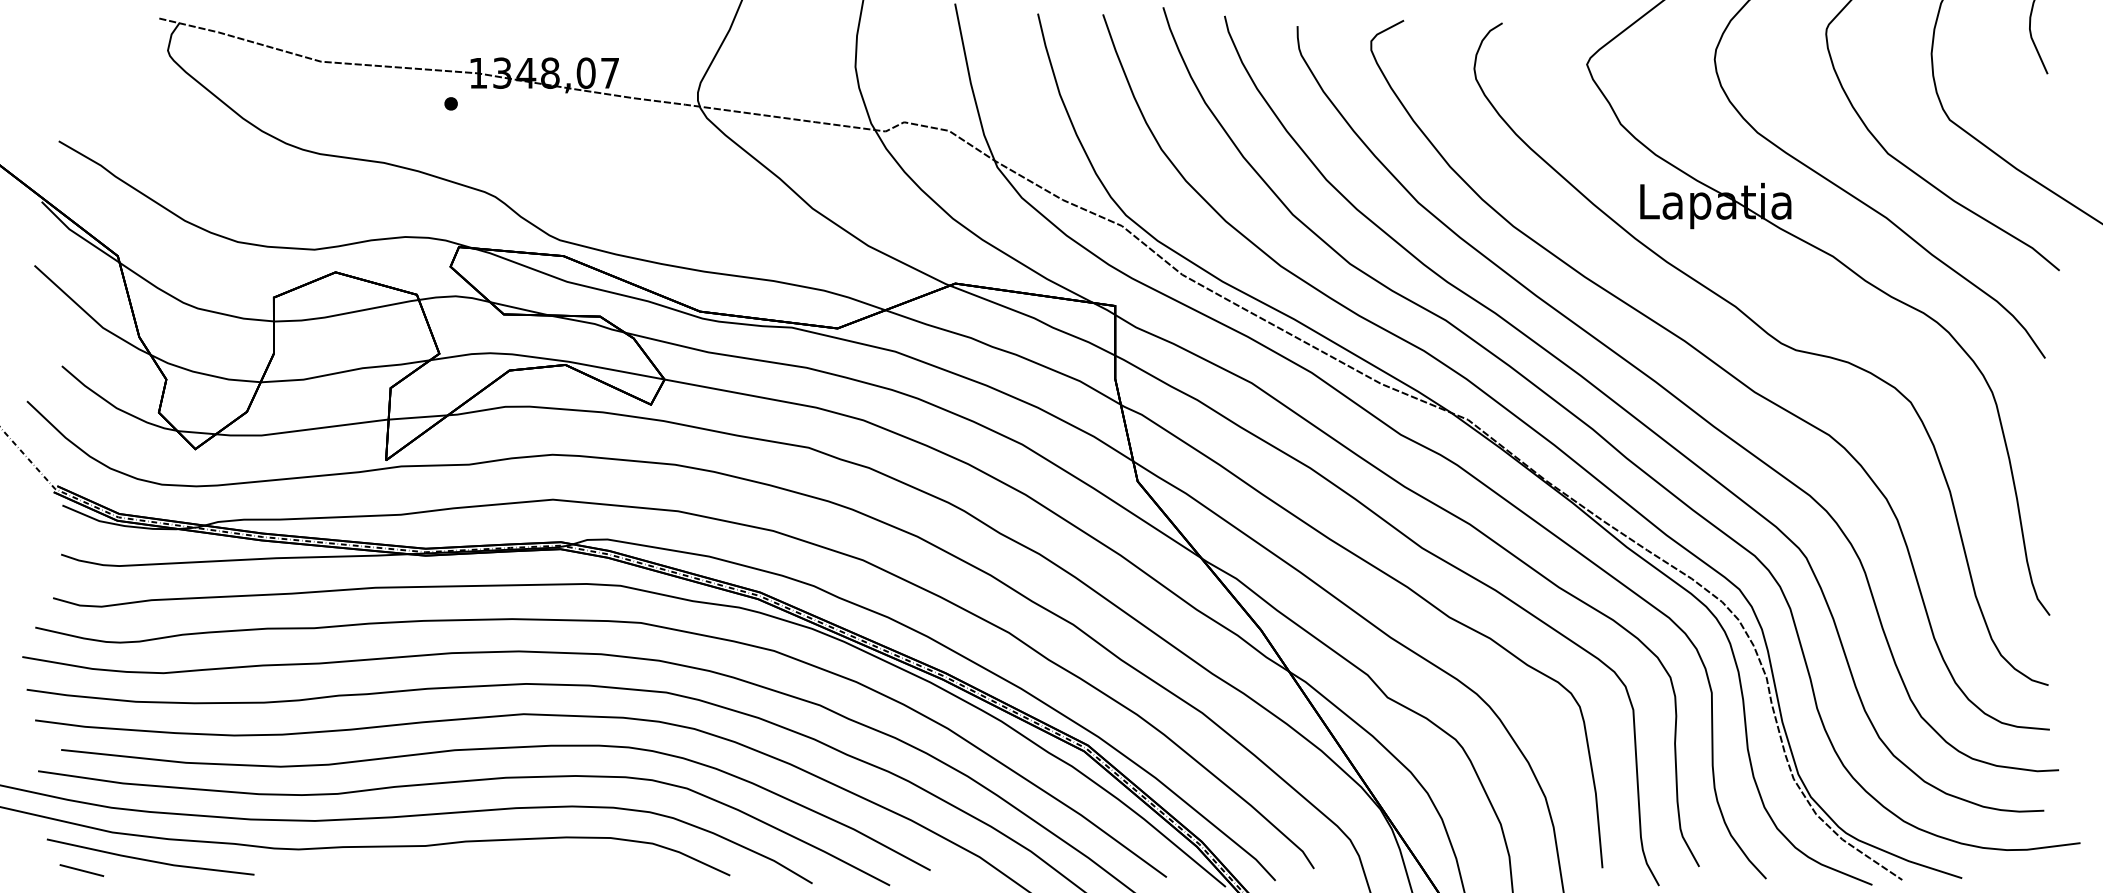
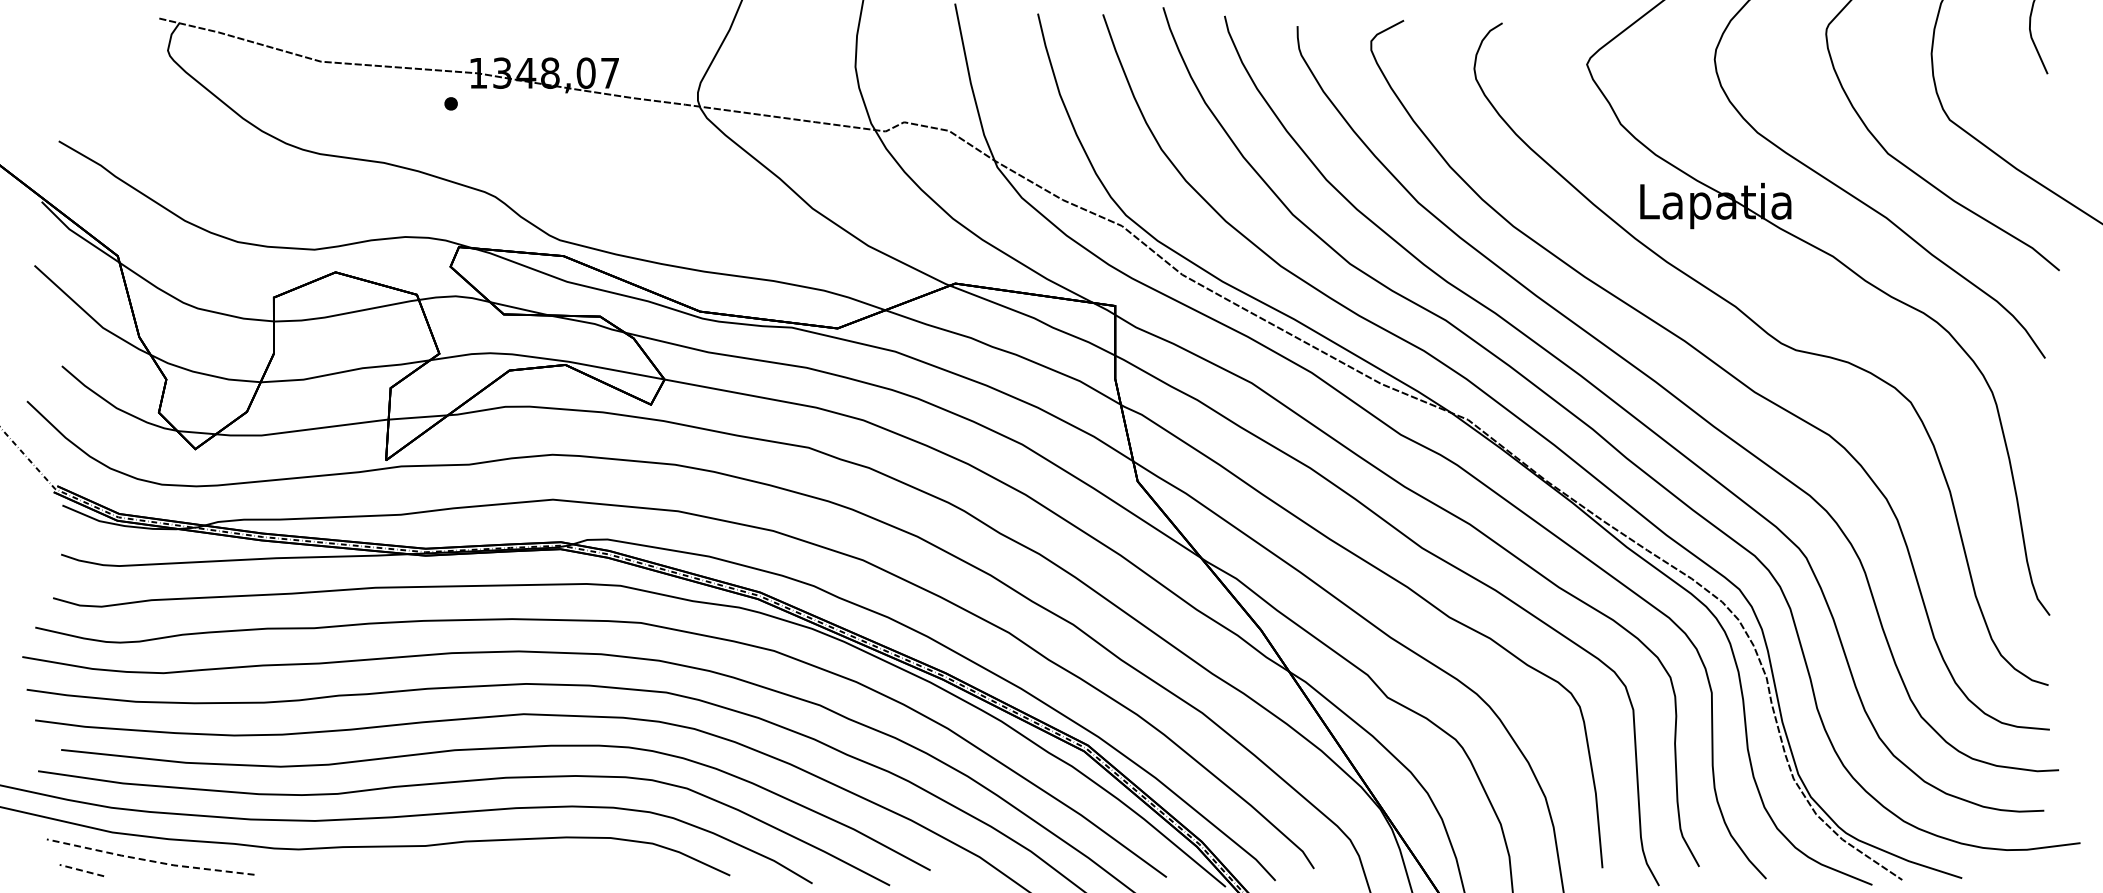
line at (149, 860): solid -> dashed
line at (81, 870): solid -> dashed
